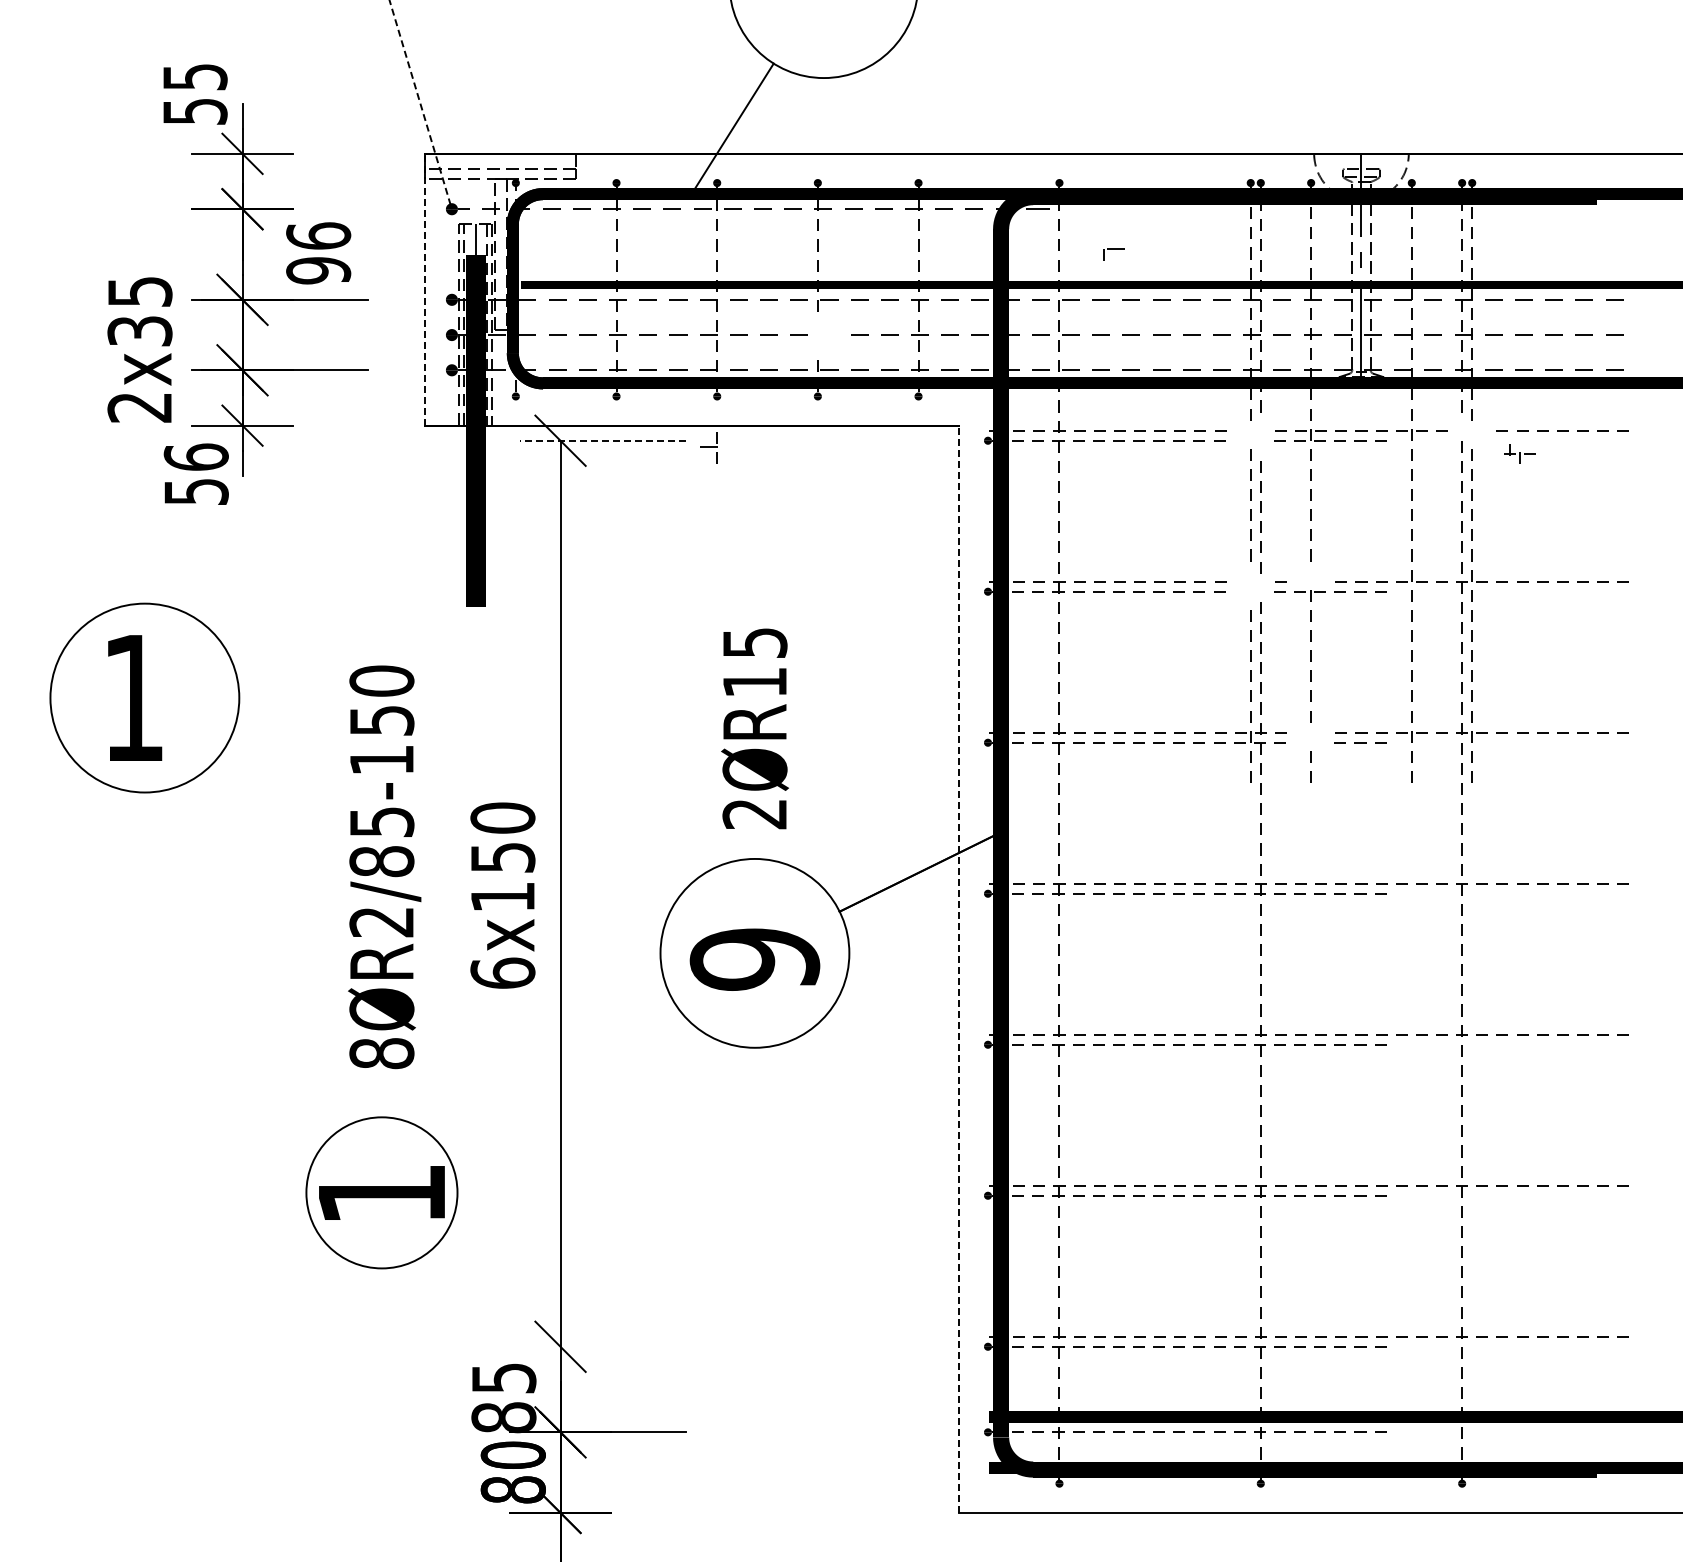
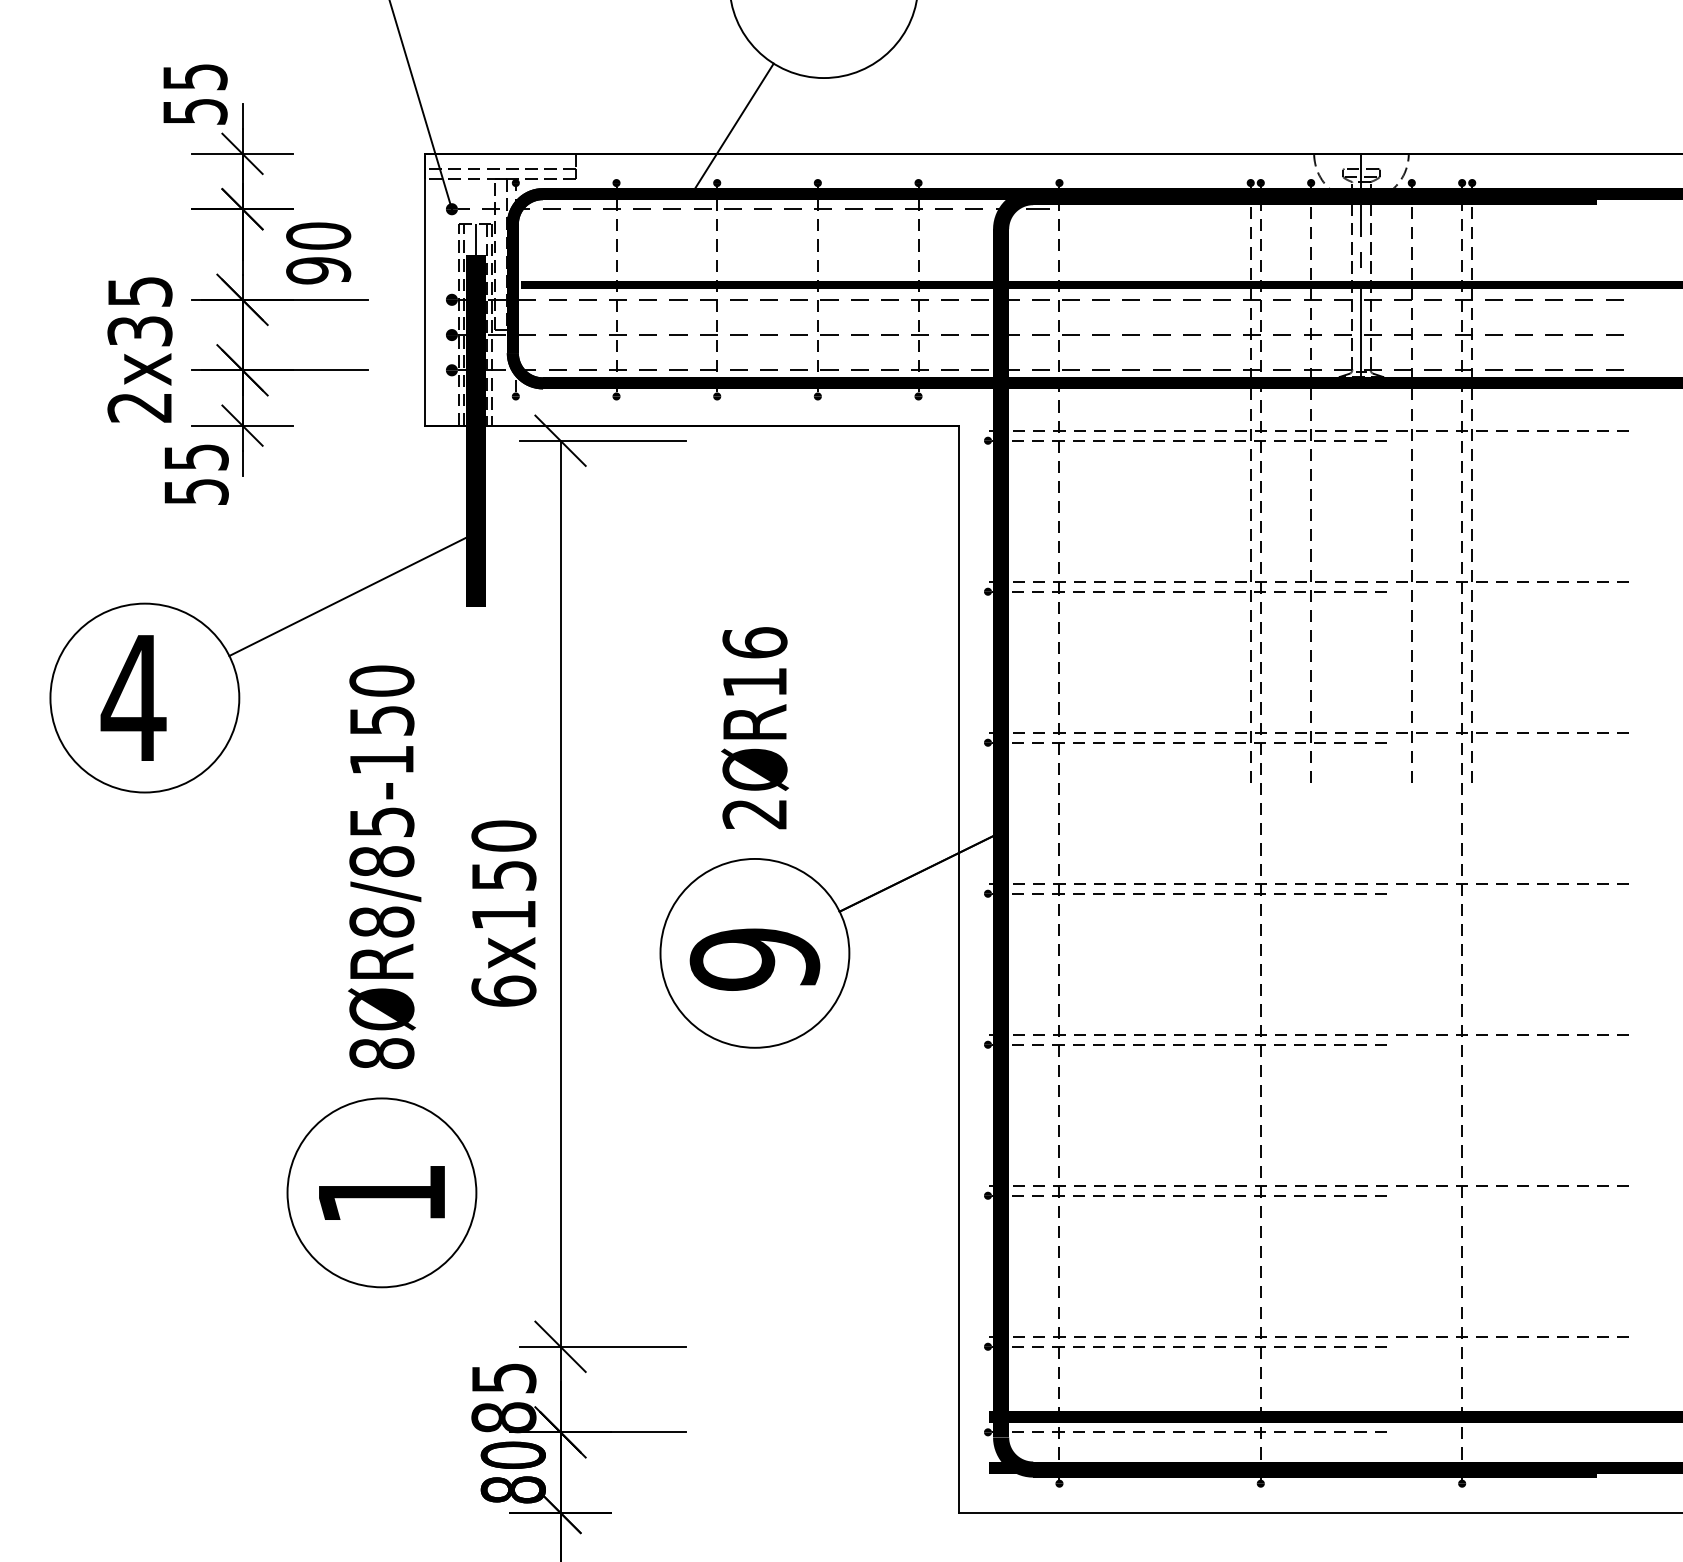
line at (420, 105): dashed -> solid
text at (318, 235): 96 -> 90
part at (1113, 254): present -> none
line at (425, 289): dashed -> solid
part at (827, 335): none -> present
part at (1250, 436): none -> present
line at (602, 440): dashed -> solid
part at (708, 447): present -> none
part at (1519, 453) position: (1519, 453) -> (1471, 430)
text at (195, 456): 56 -> 55
part at (1310, 576): none -> present
part at (1250, 585): none -> present
line at (352, 594): none -> present
text at (754, 642): 2ØR15 -> 2ØR16
text at (133, 697): 1 -> 4
part at (1310, 737): none -> present
text at (502, 895) position: (502, 895) -> (503, 913)
text at (381, 921): 8ØR2/85-150 -> 8ØR8/85-150
line at (958, 969): dashed -> solid
circle at (381, 1192) diameter: 151 px -> 189 px
line at (603, 1346): none -> present
